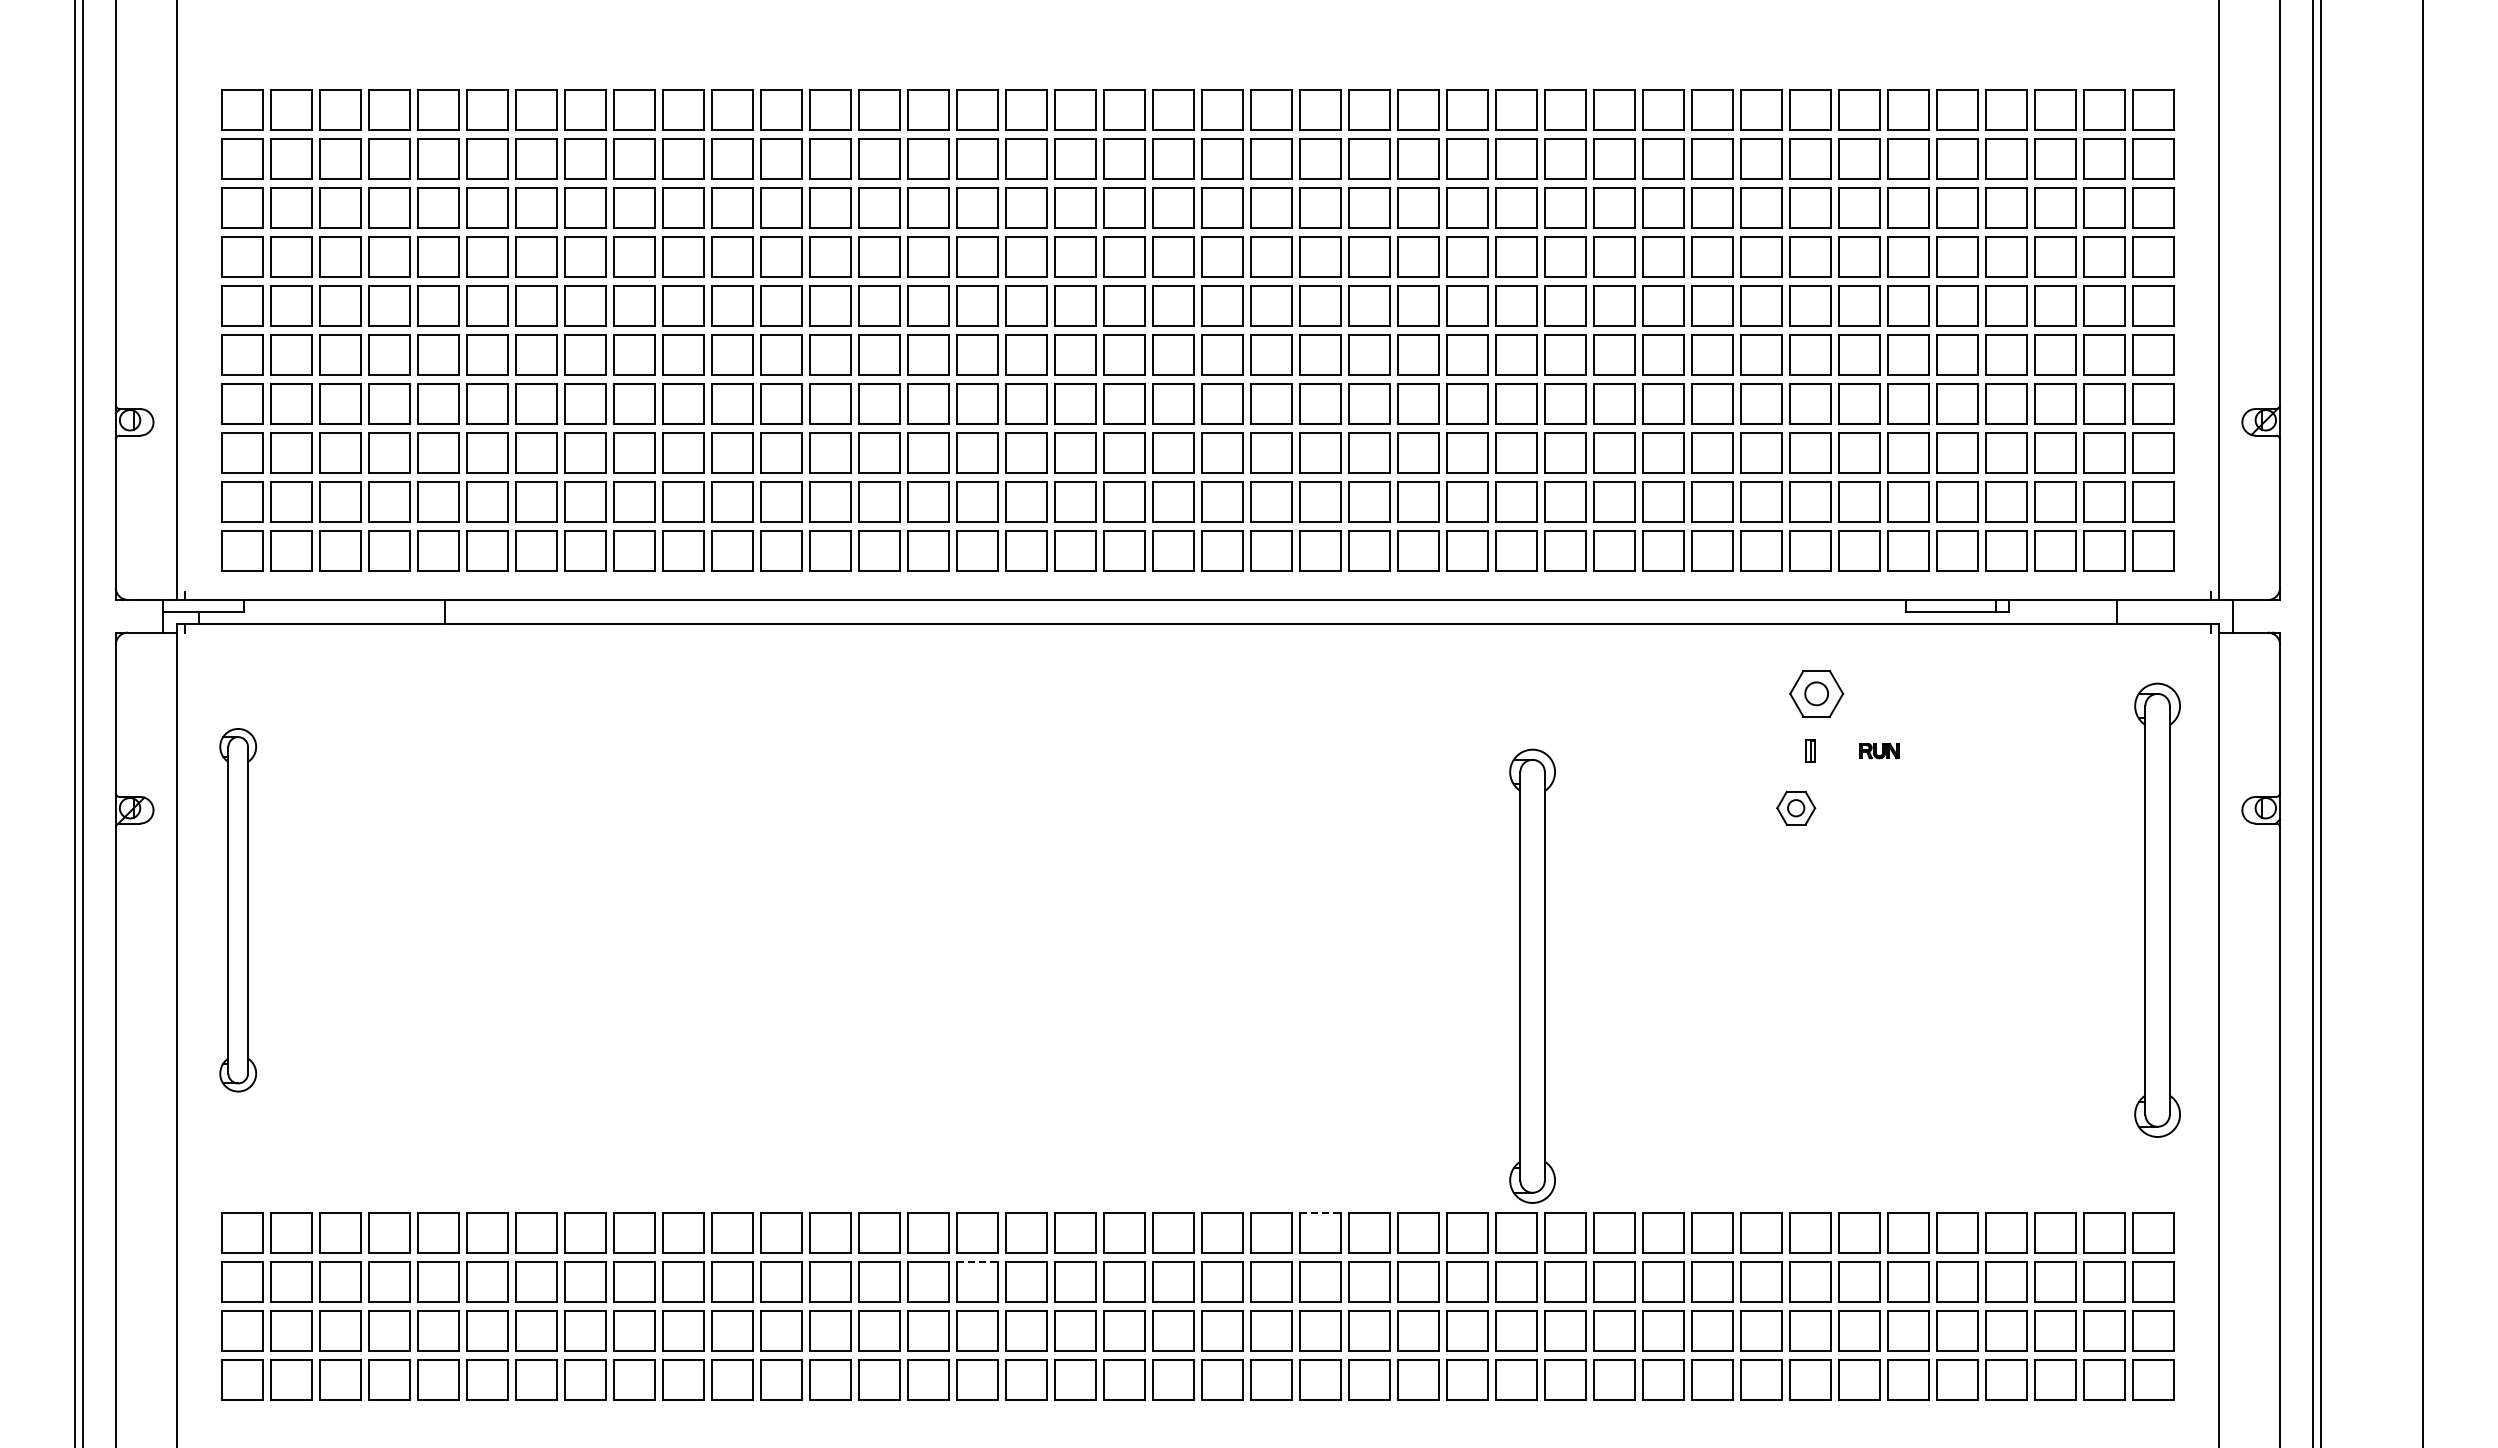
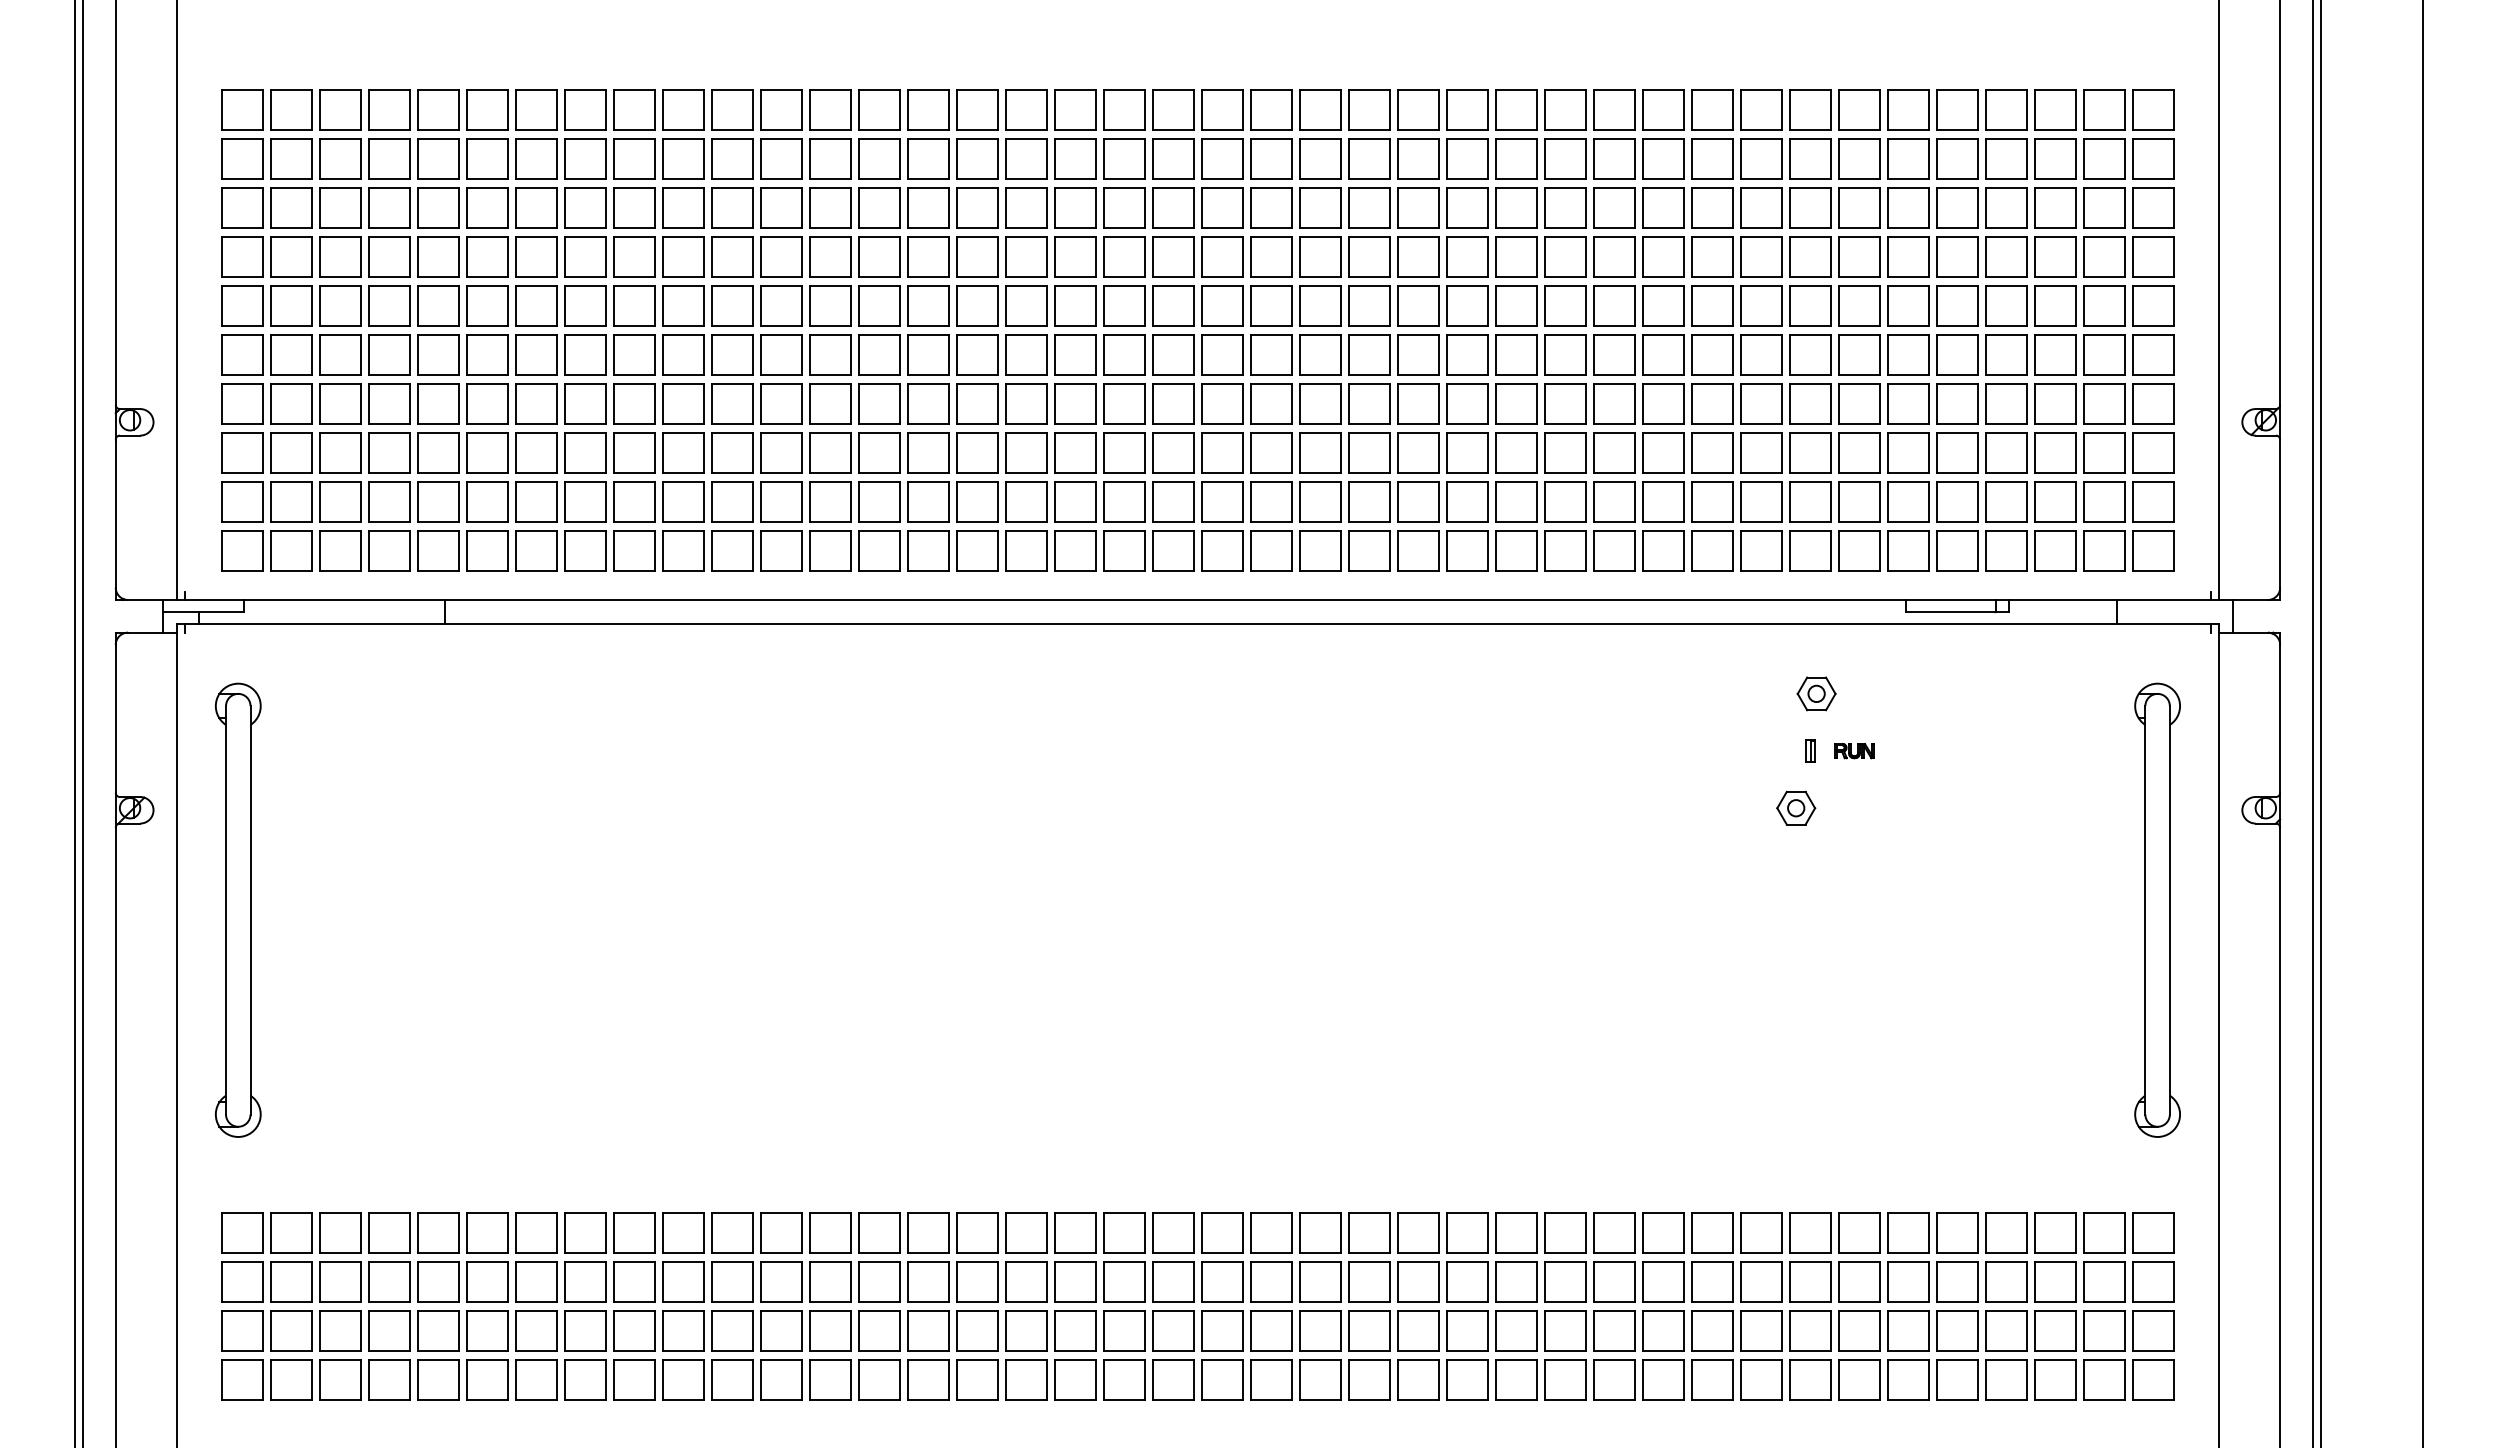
part at (1816, 693) size: 56x48 px -> 41x36 px
part at (1879, 750) position: (1879, 750) -> (1854, 750)
part at (238, 910) size: 39x365 px -> 48x456 px
part at (1532, 975): present -> none
line at (1320, 1212): dashed -> solid
line at (977, 1261): dashed -> solid
